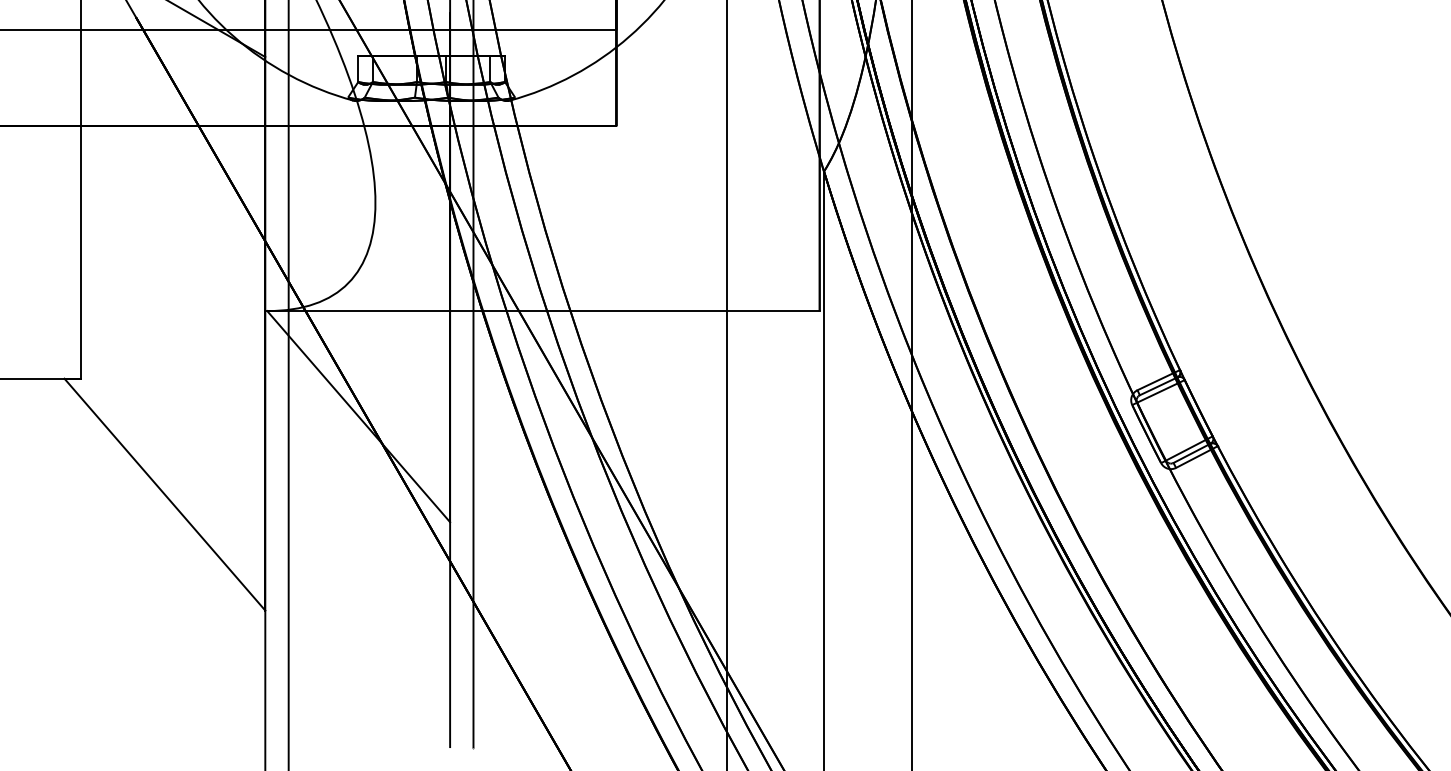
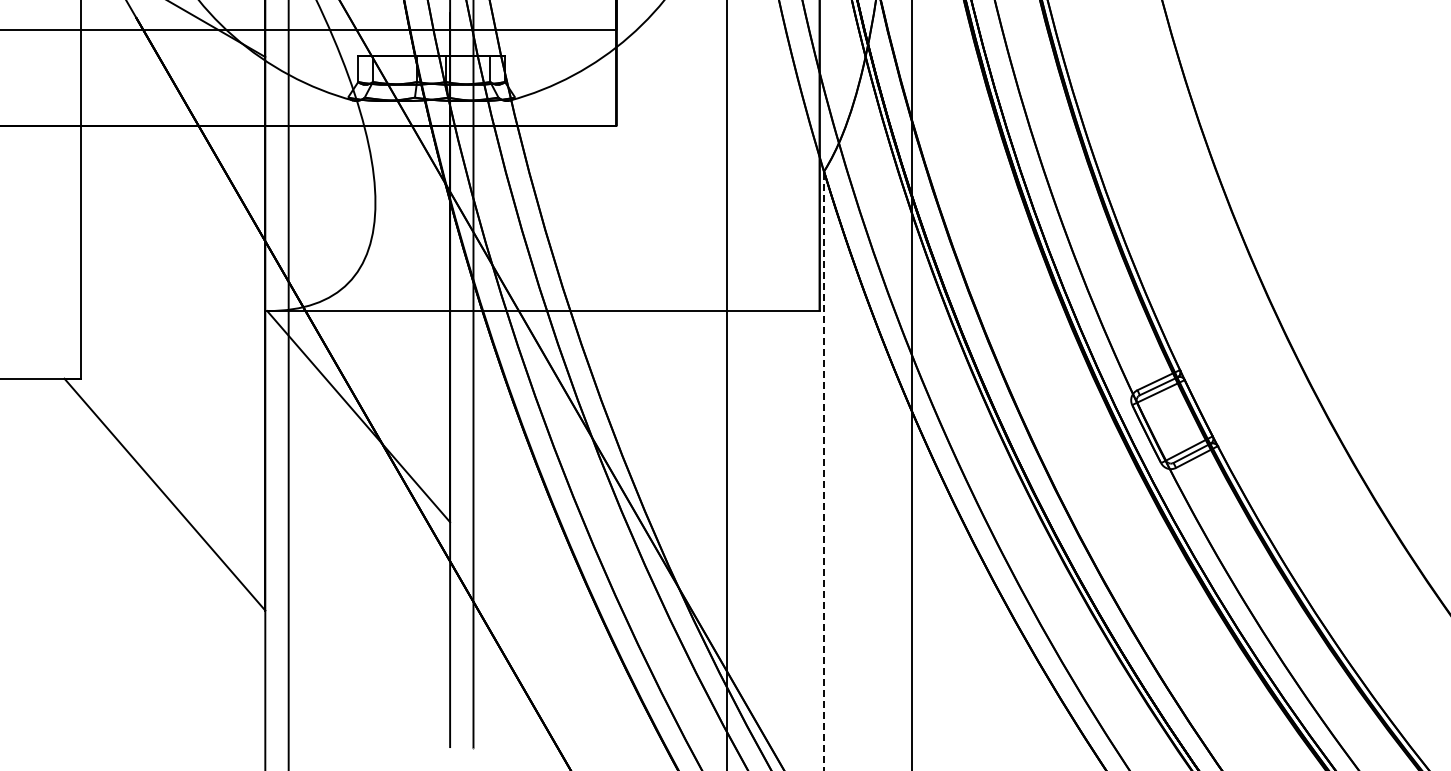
line at (824, 471): solid -> dashed
